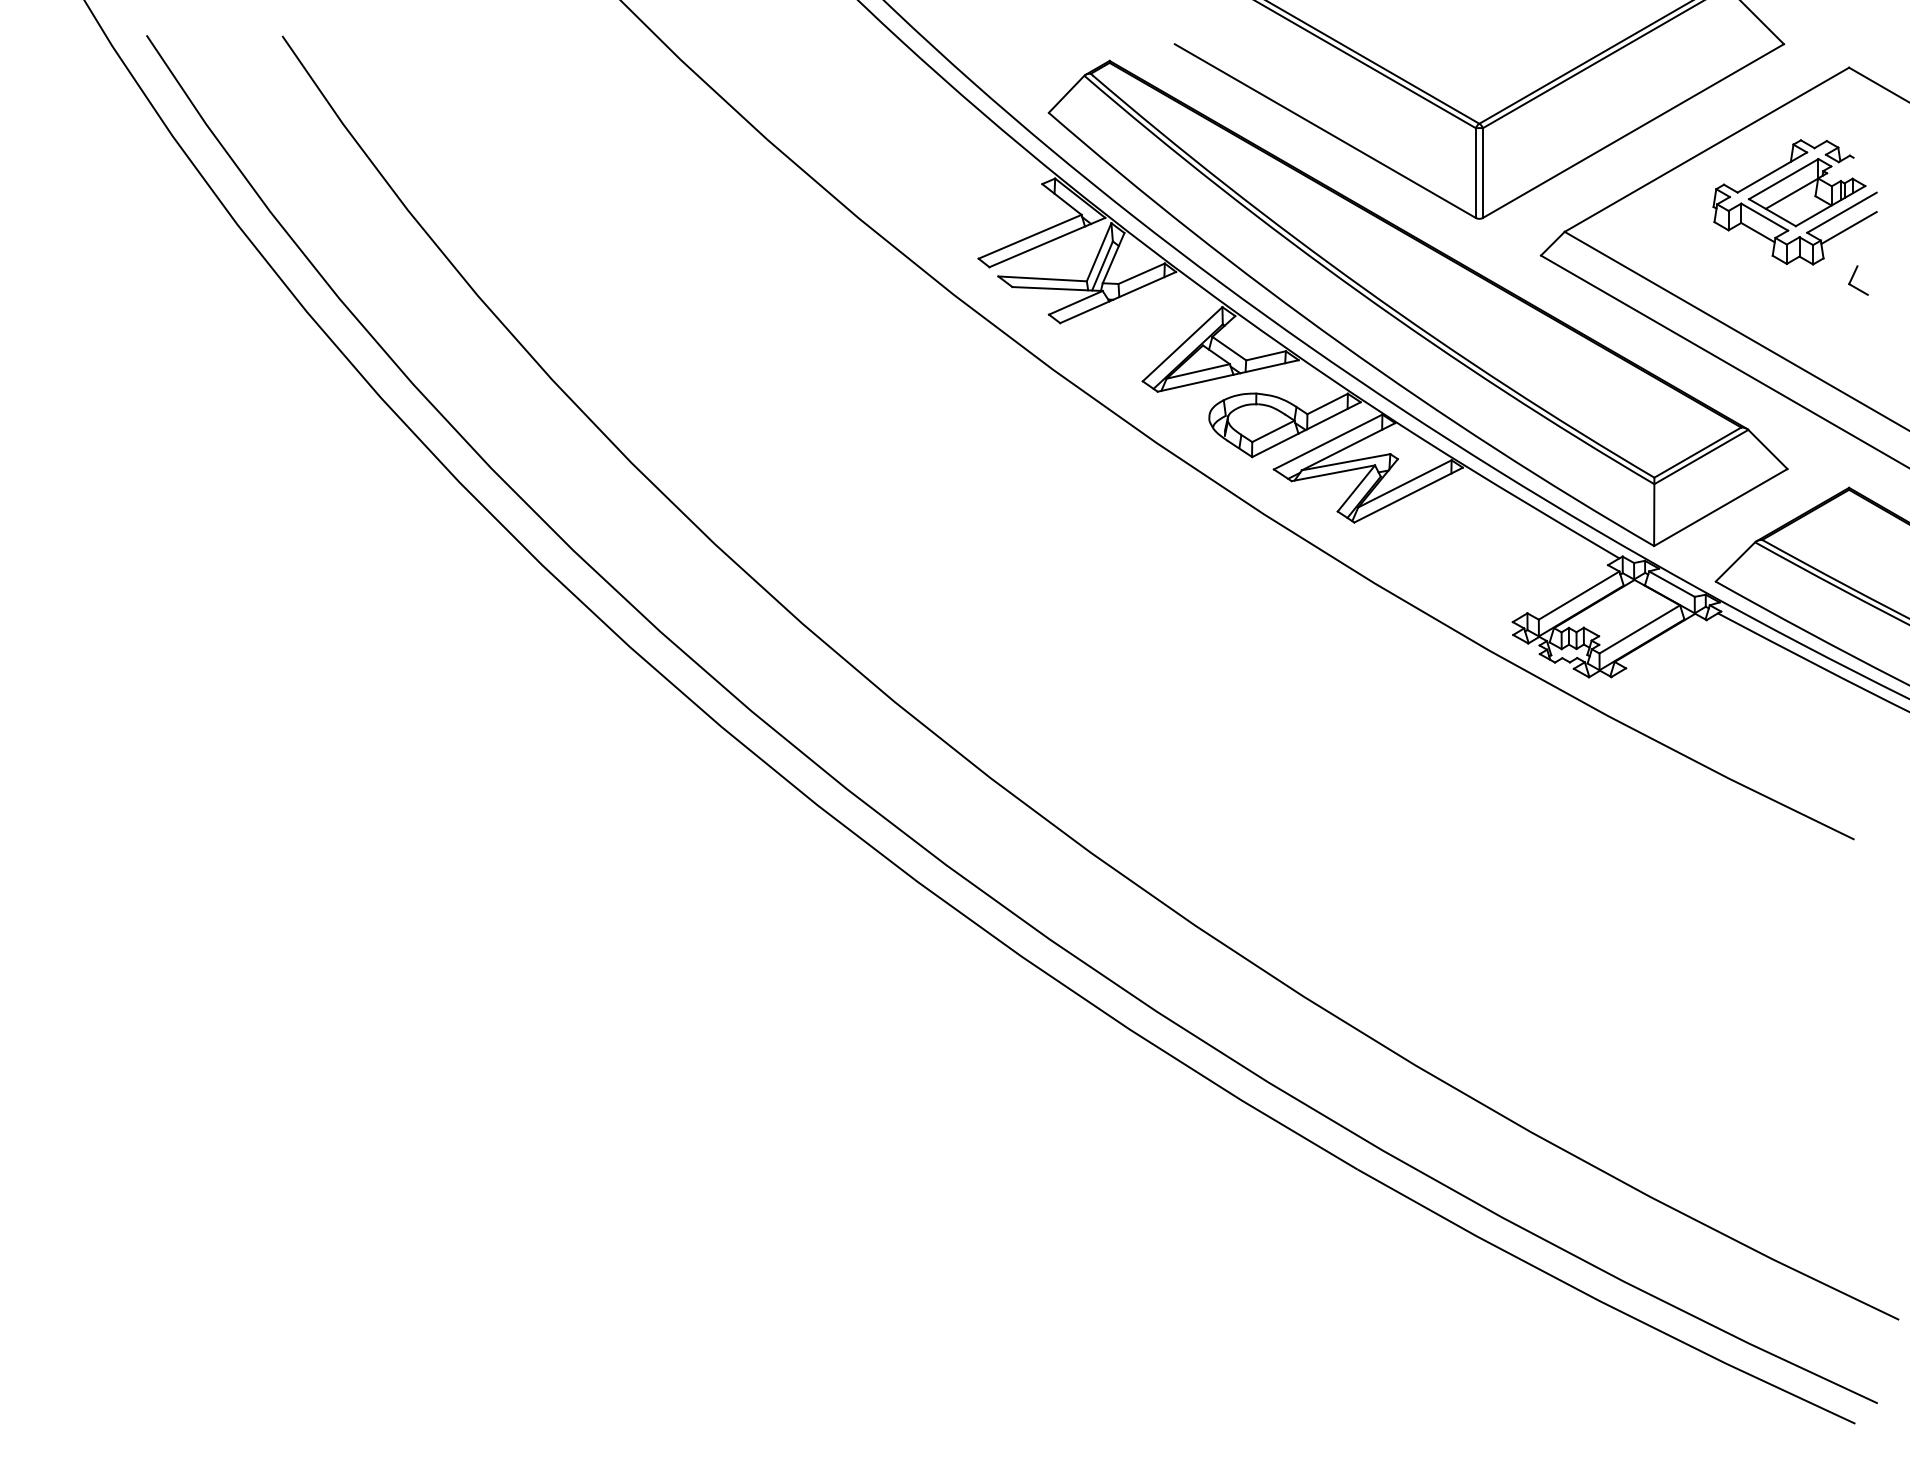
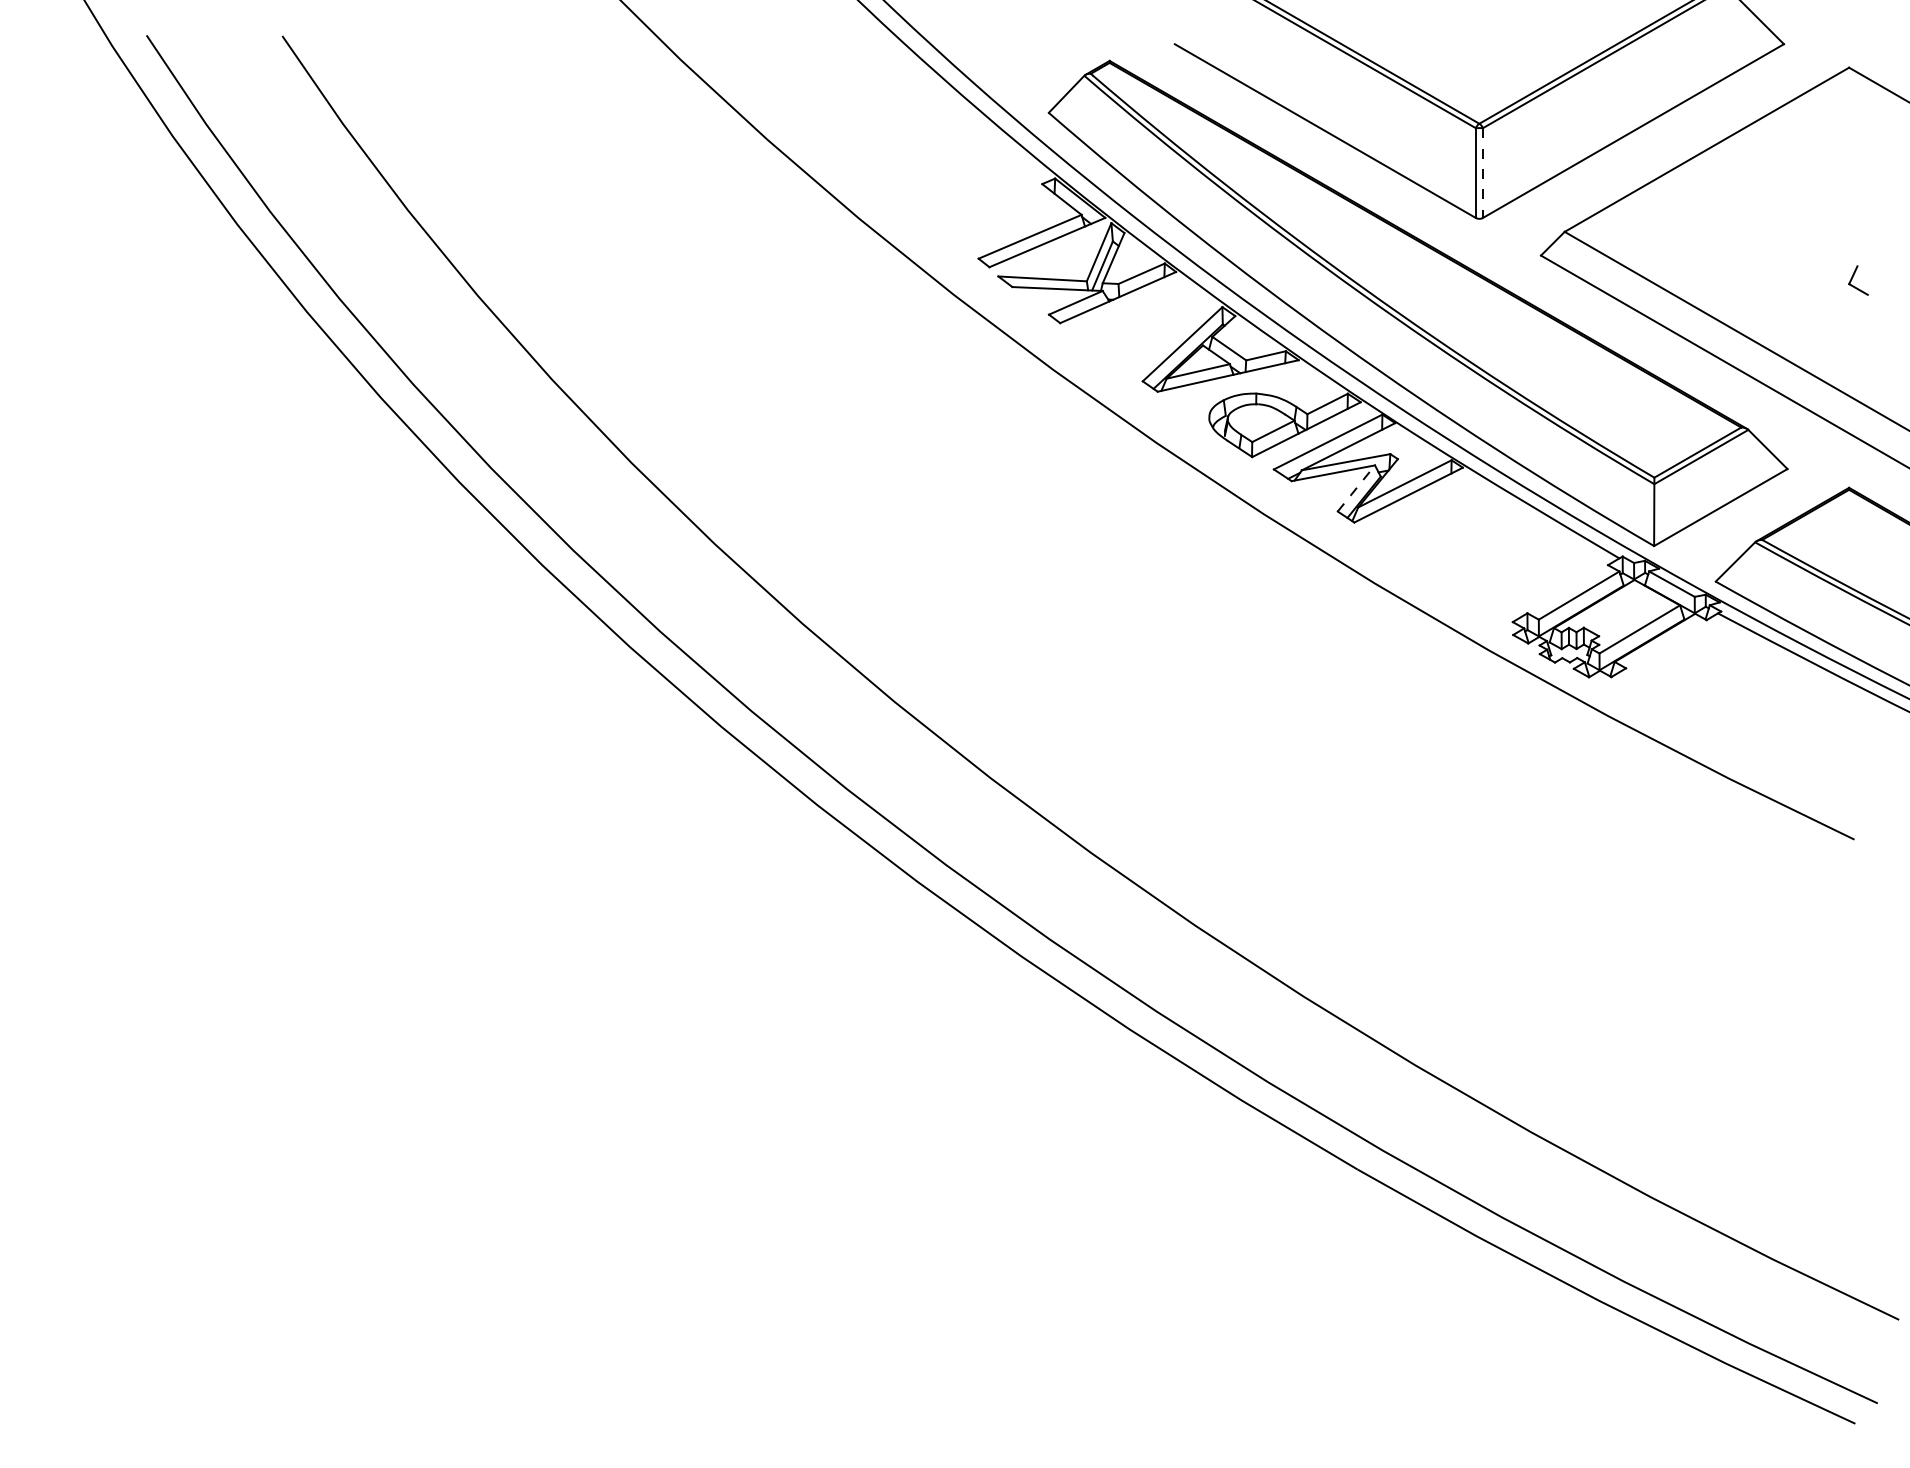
line at (1482, 173): solid -> dashed
part at (1794, 202): present -> none
line at (1356, 488): solid -> dashed
